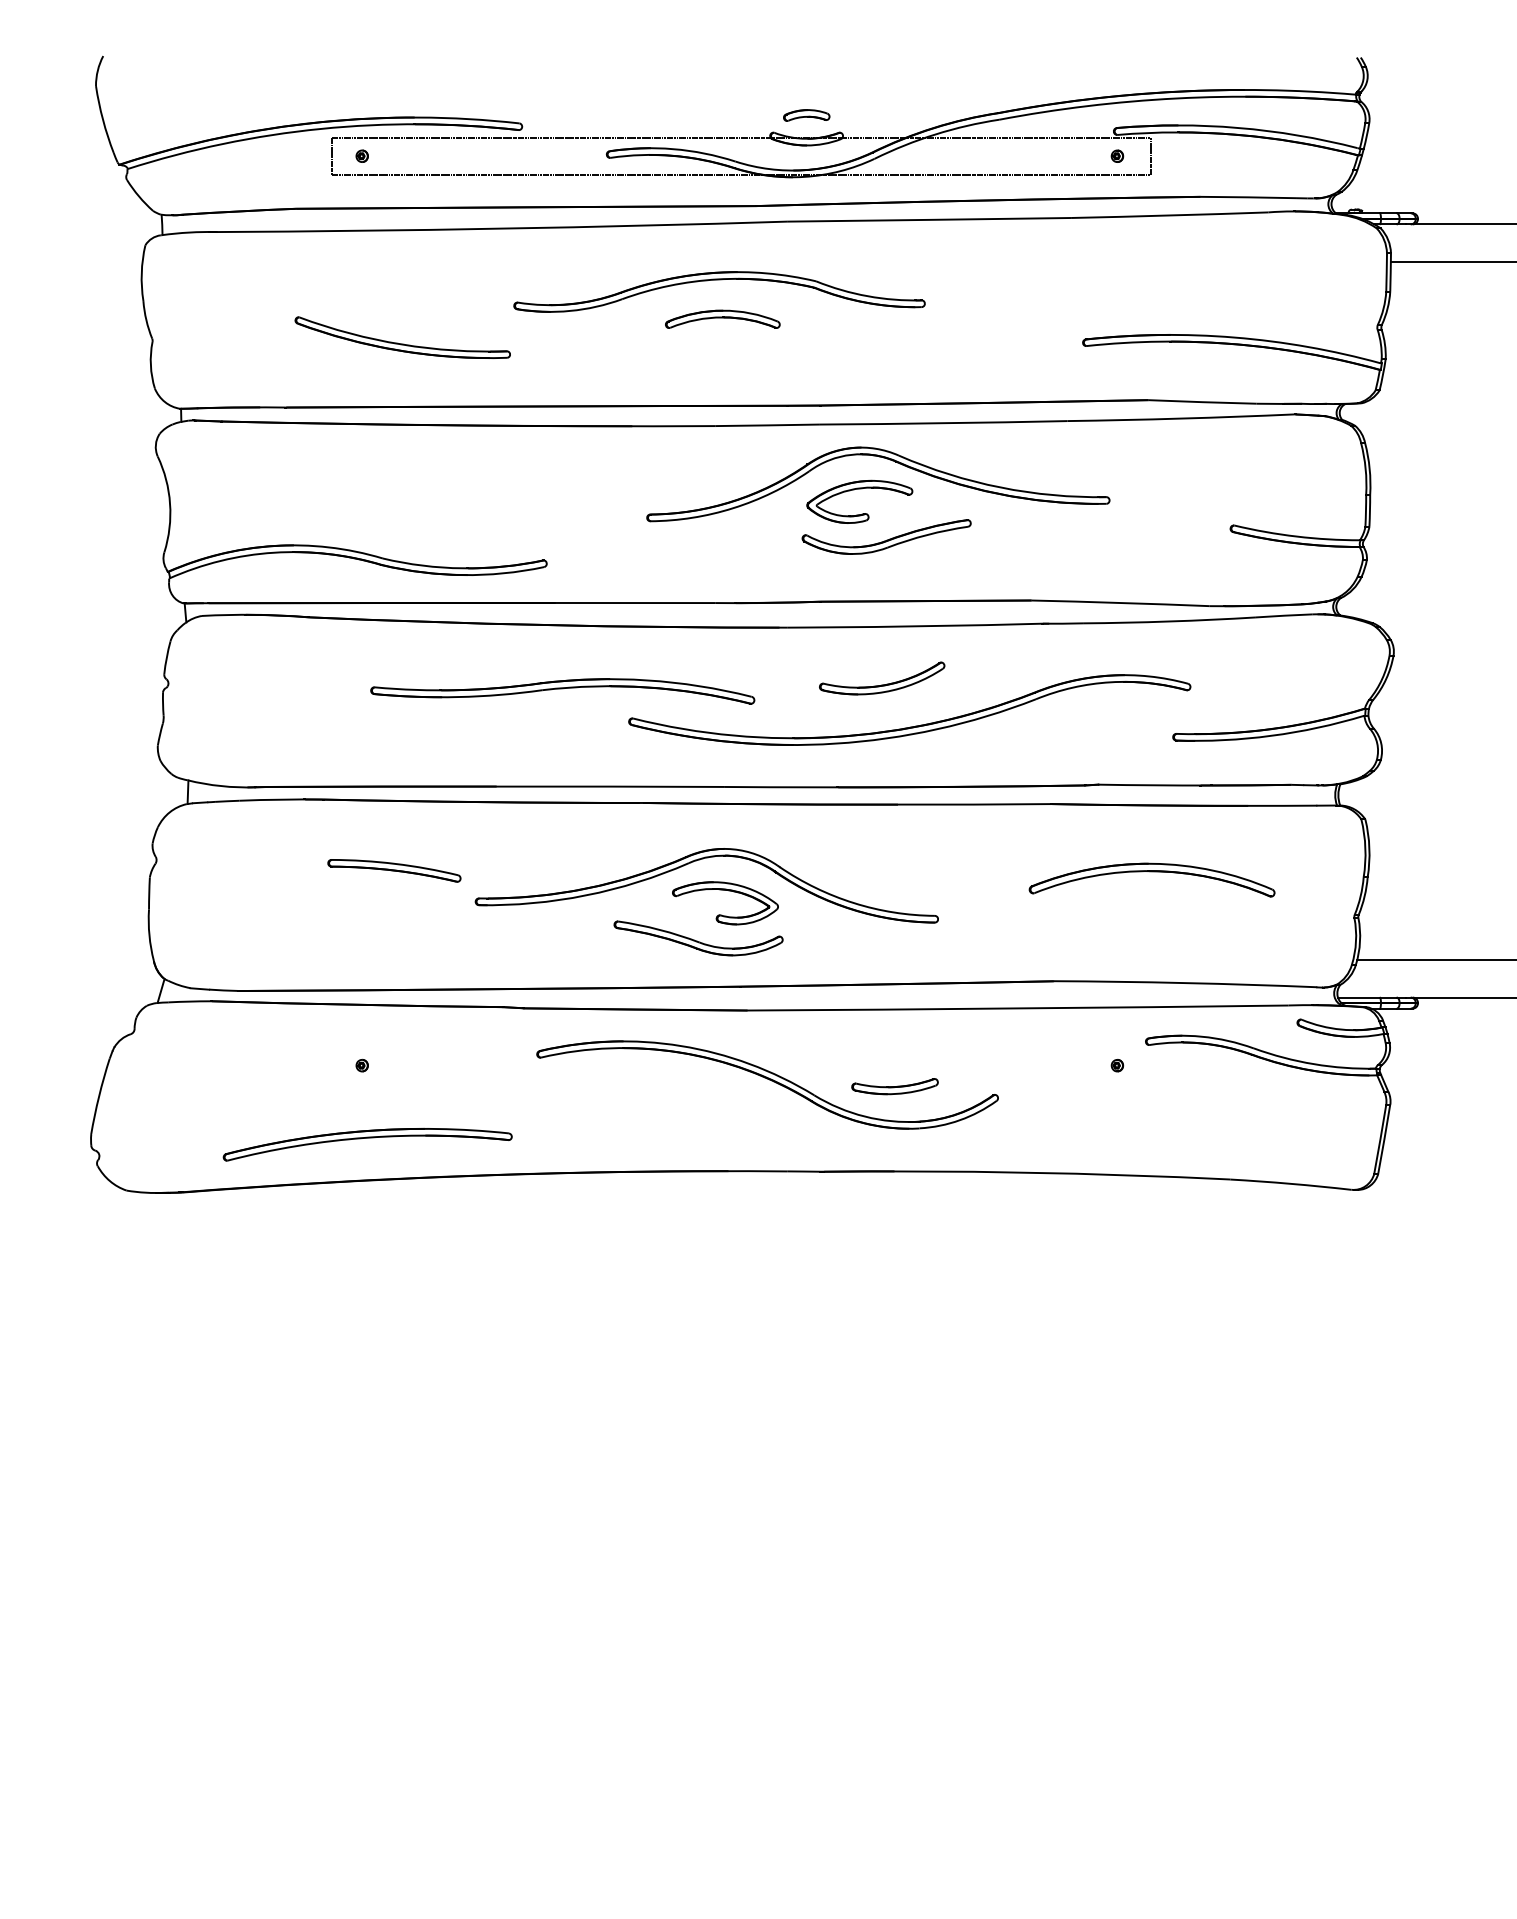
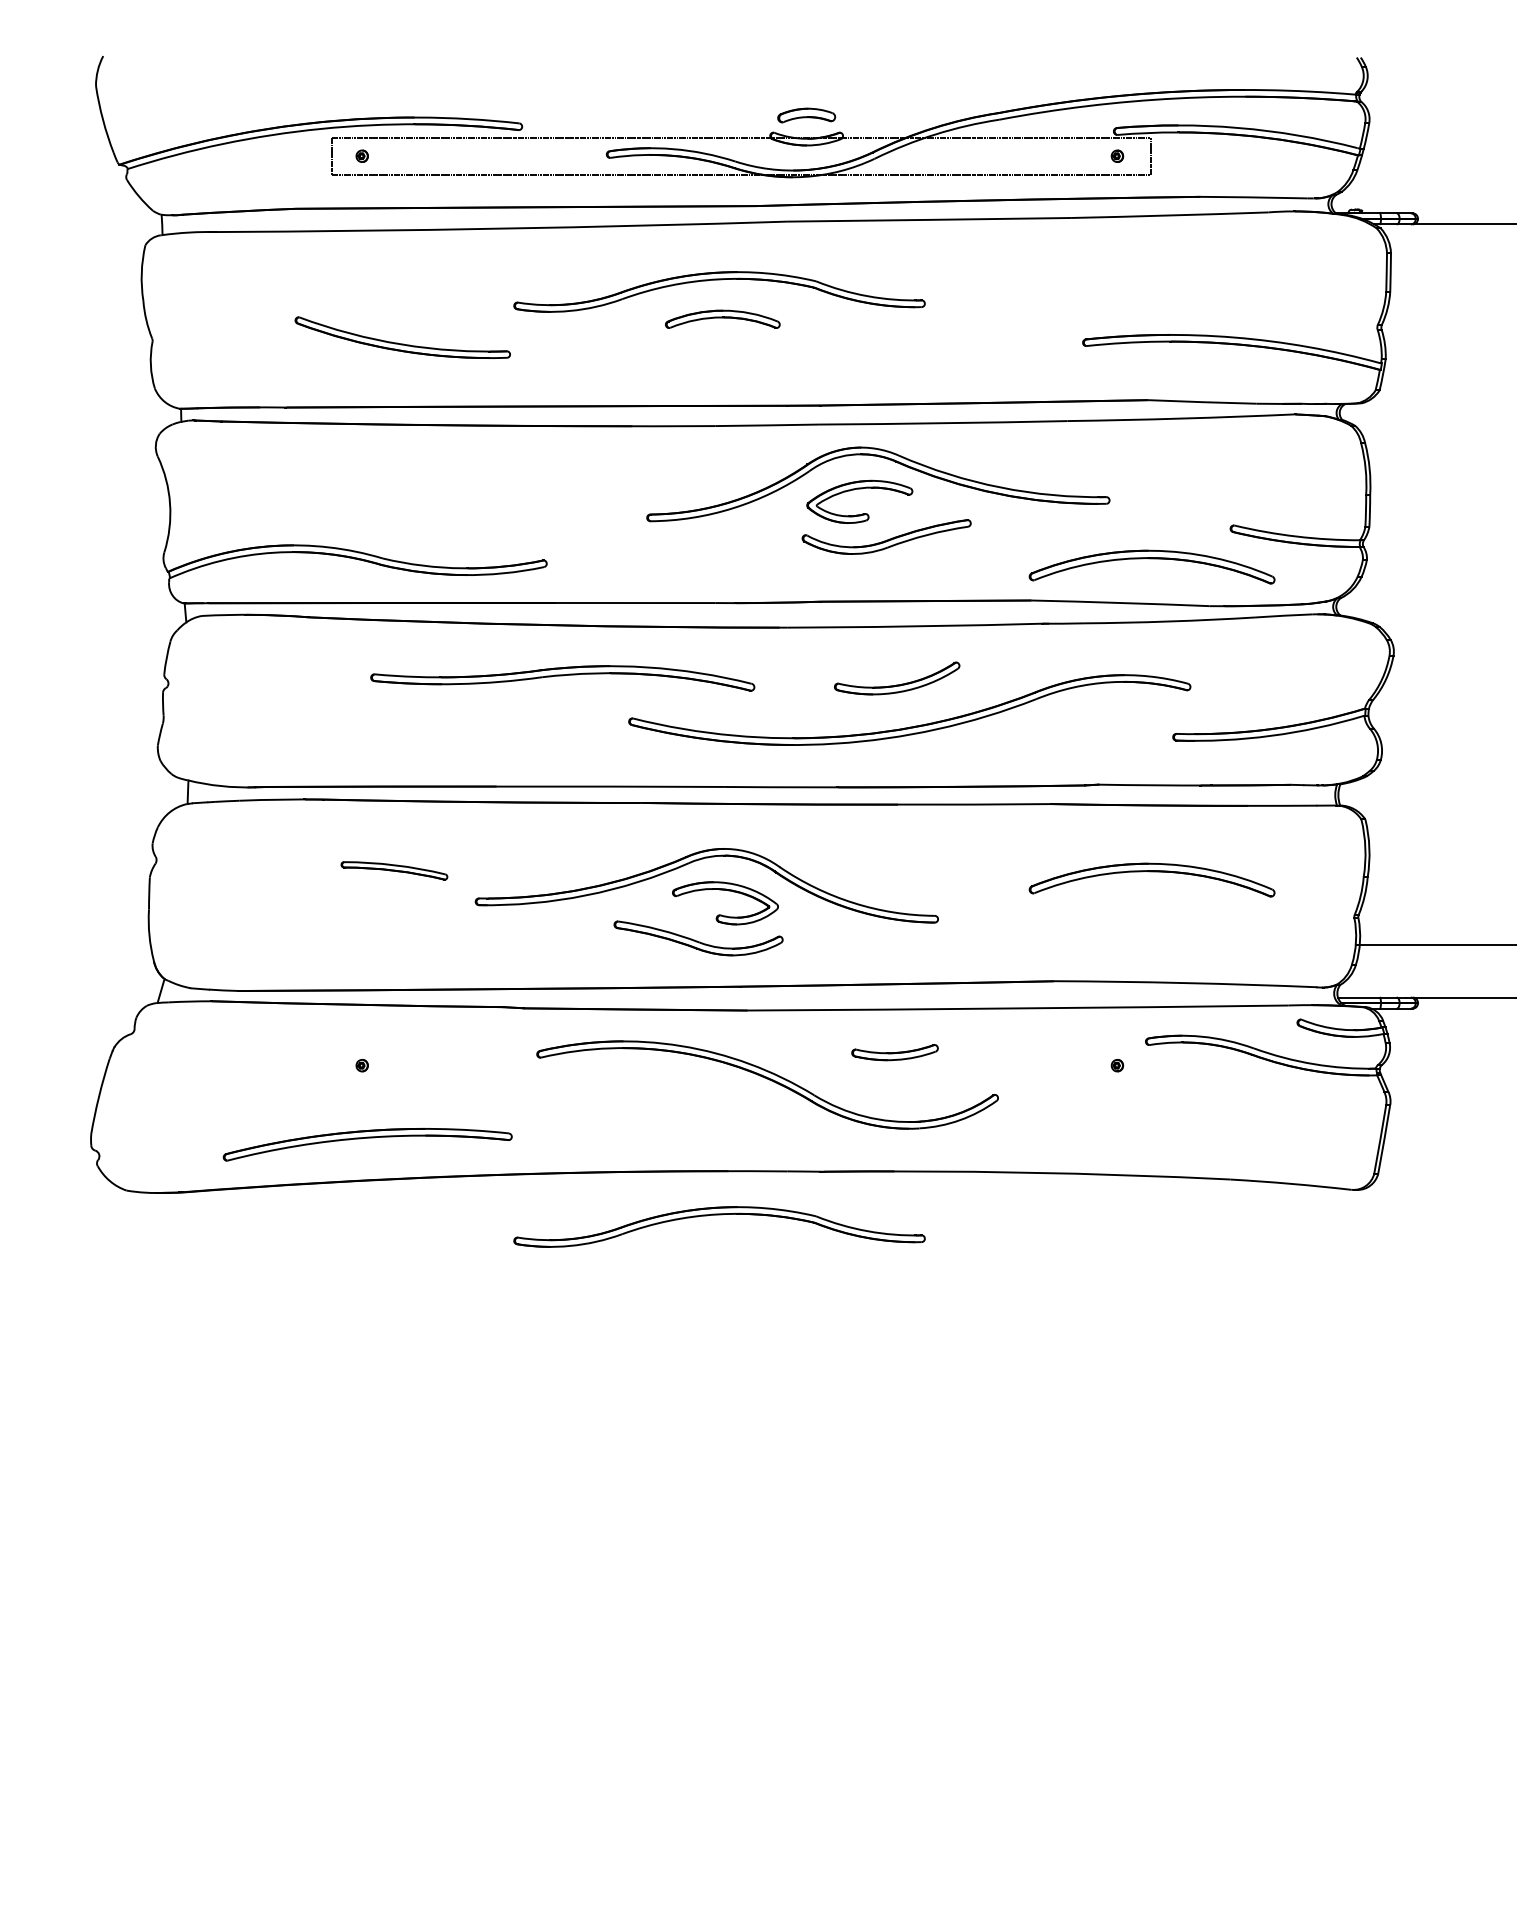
part at (806, 115) size: 48x13 px -> 60x17 px
line at (1451, 261): present -> none
part at (1151, 559): none -> present
part at (882, 678) position: (882, 678) -> (897, 678)
part at (562, 691) position: (562, 691) -> (562, 678)
part at (394, 870) size: 135x24 px -> 109x20 px
line at (1435, 960) position: (1435, 960) -> (1435, 945)
part at (894, 1086) position: (894, 1086) -> (894, 1052)
part at (719, 1215): none -> present
